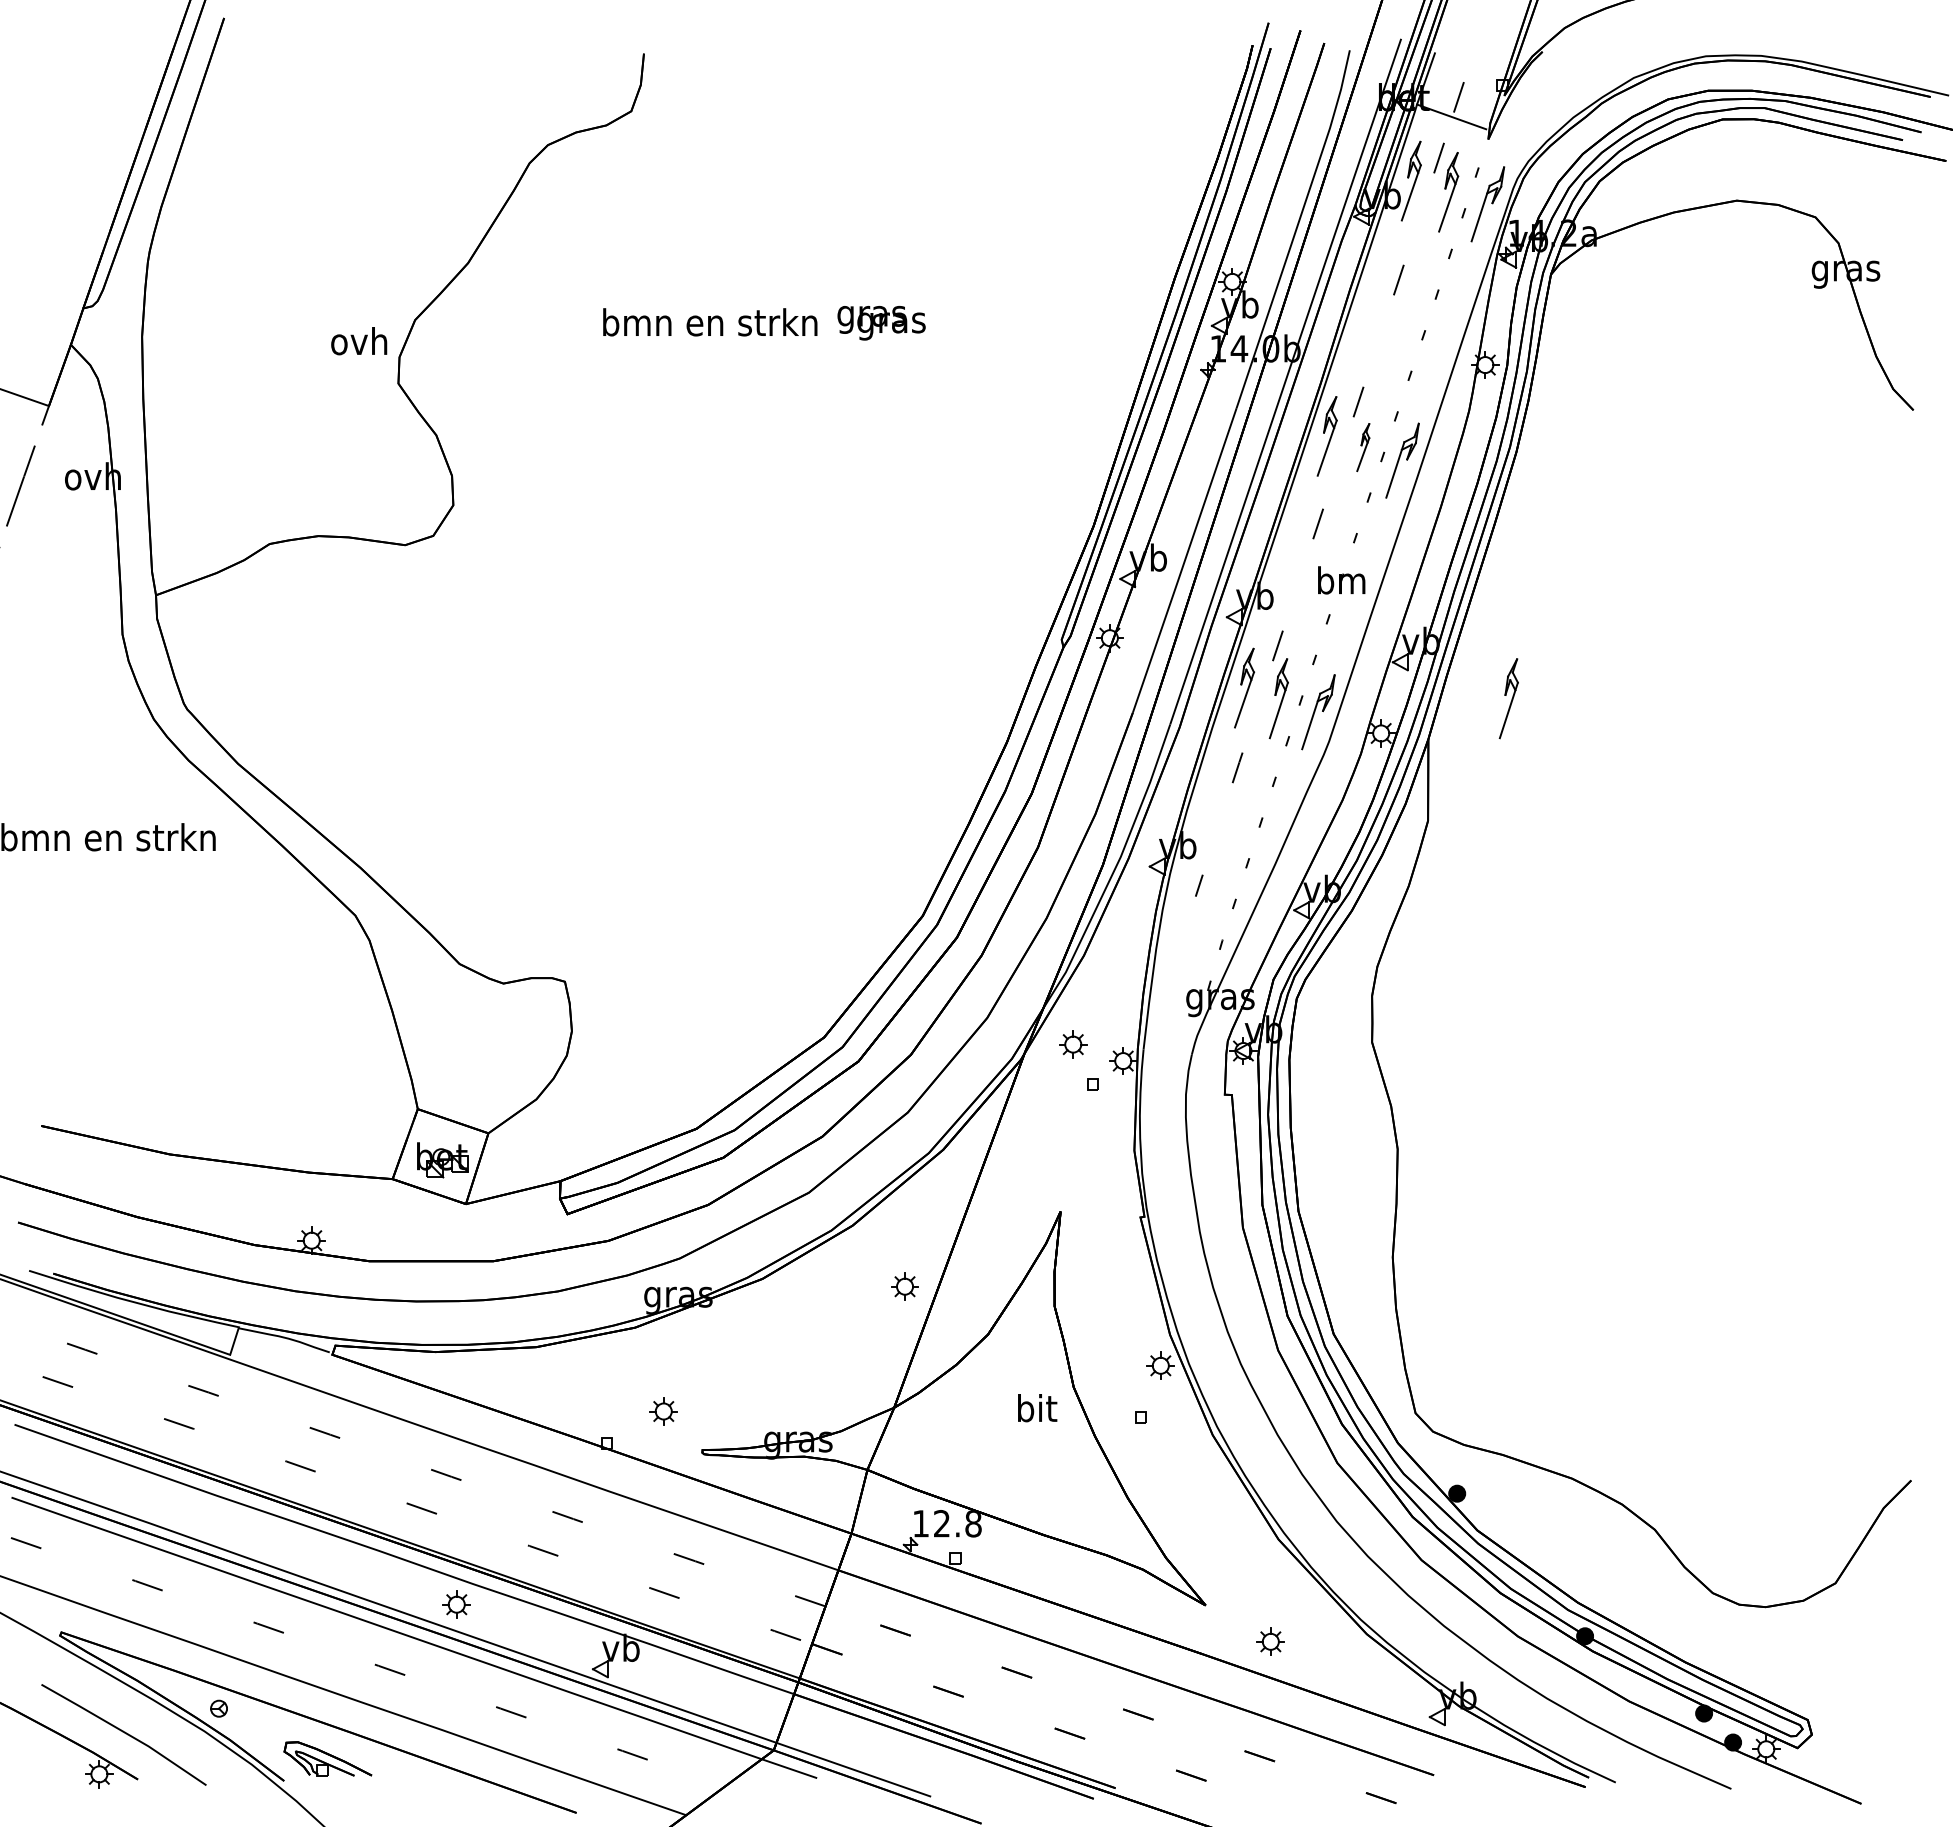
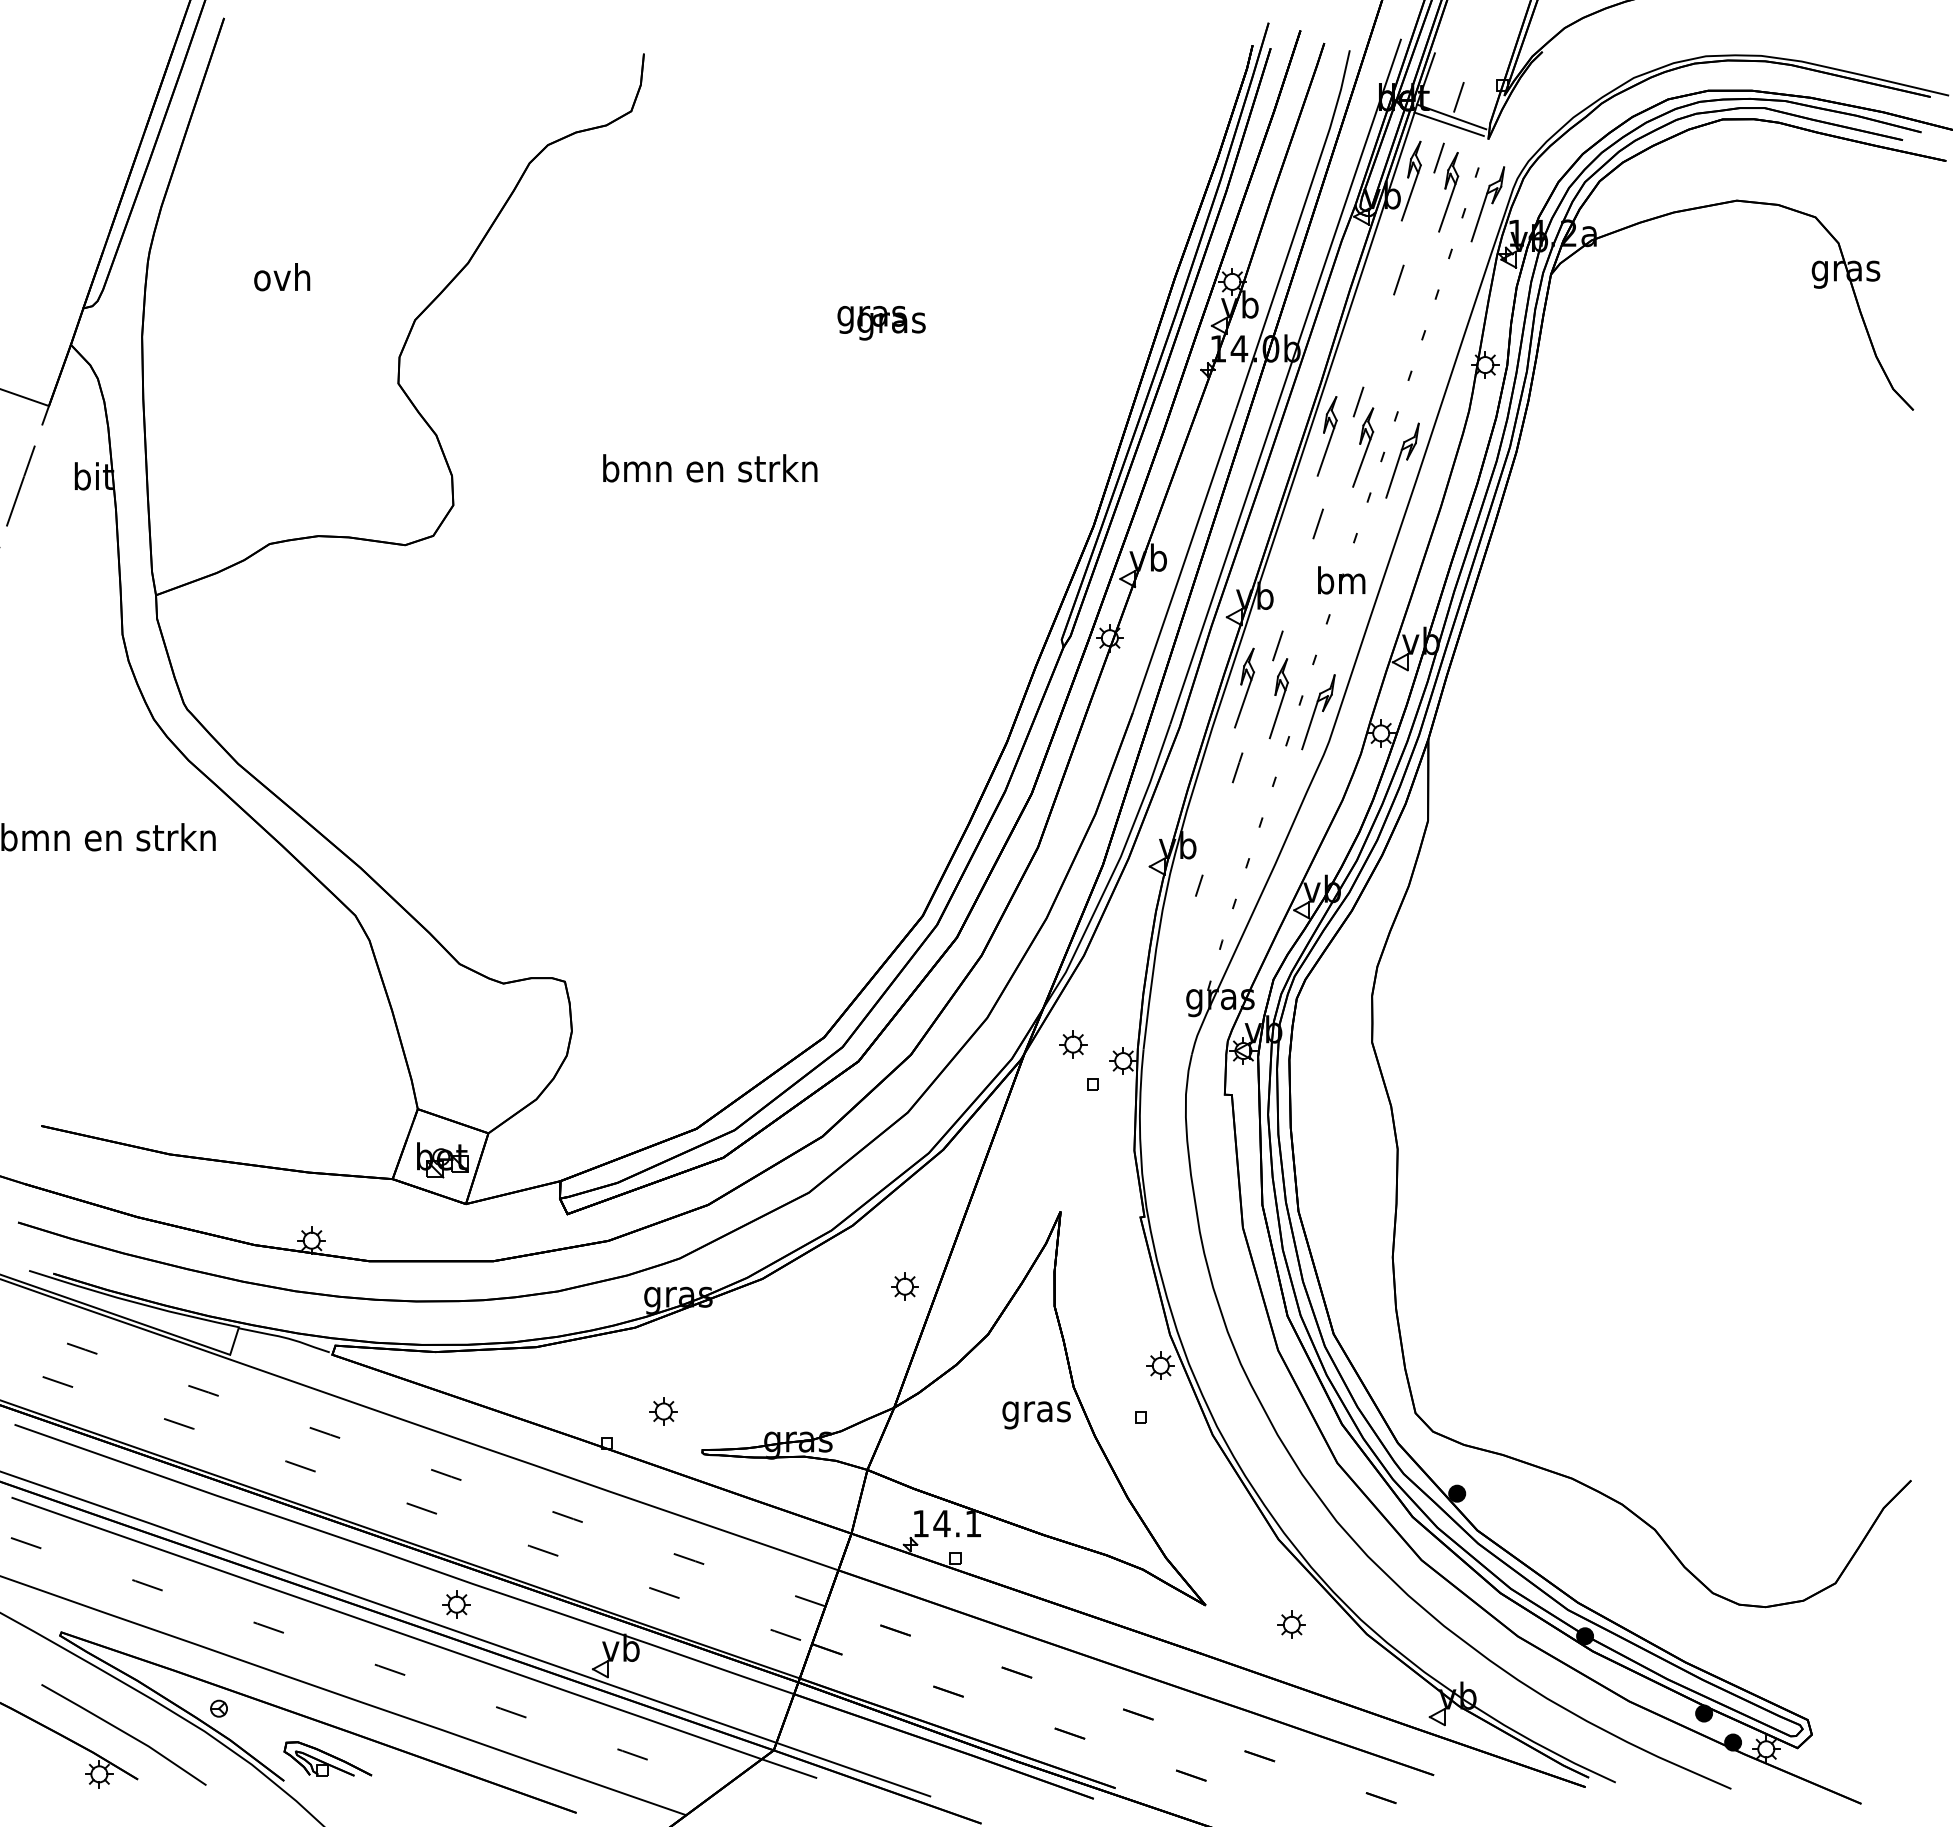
line at (1448, 124): none -> present
text at (710, 322) position: (710, 322) -> (710, 468)
text at (359, 341) position: (359, 341) -> (282, 277)
part at (1363, 447) size: 15x50 px -> 23x81 px
text at (92, 476): ovh -> bit
part at (1508, 698): present -> none
text at (1036, 1411): bit -> gras
text at (957, 1523): 12.8 -> 14.1
part at (1270, 1641) position: (1270, 1641) -> (1291, 1624)
